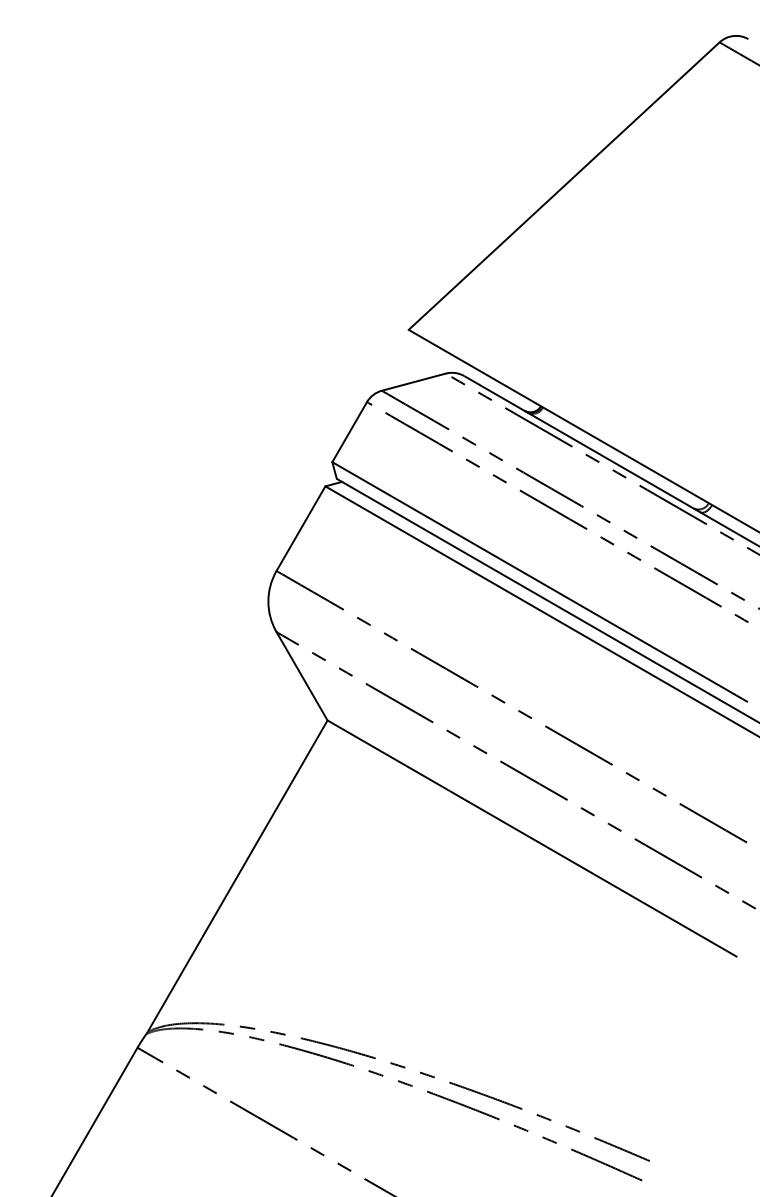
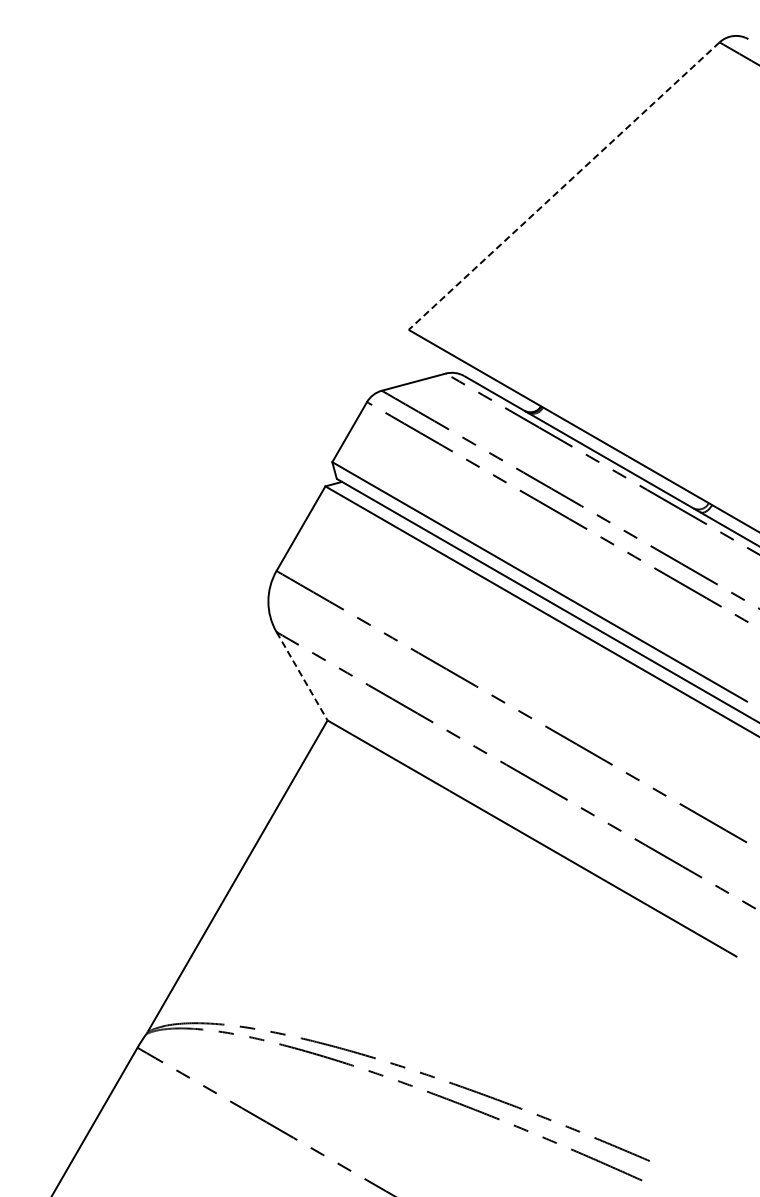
line at (564, 186): solid -> dashed
line at (302, 676): solid -> dashed
